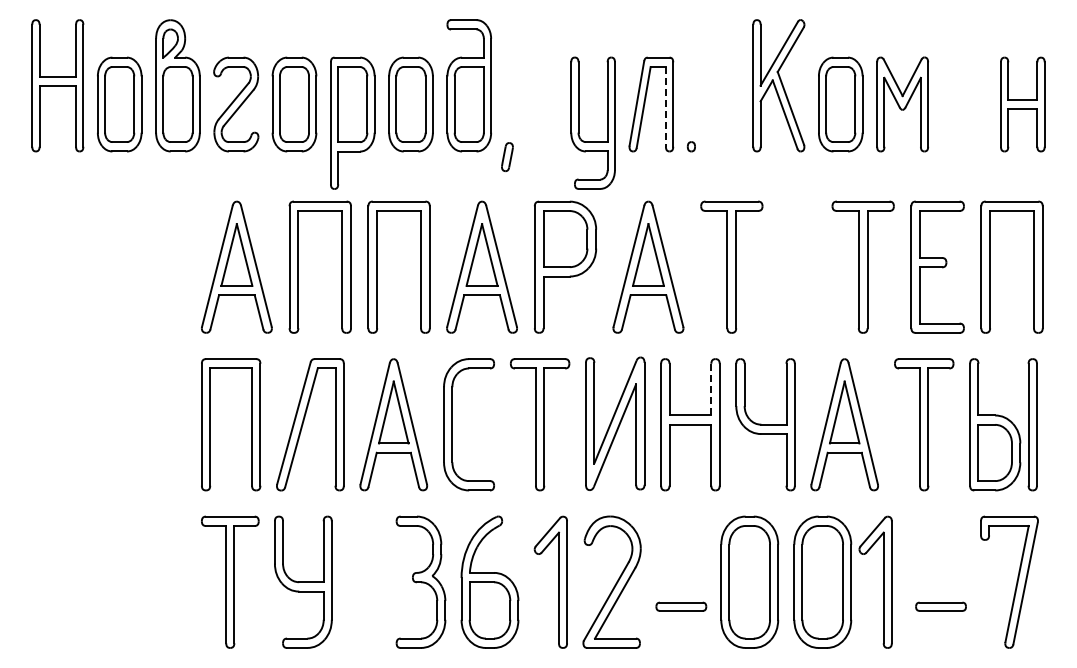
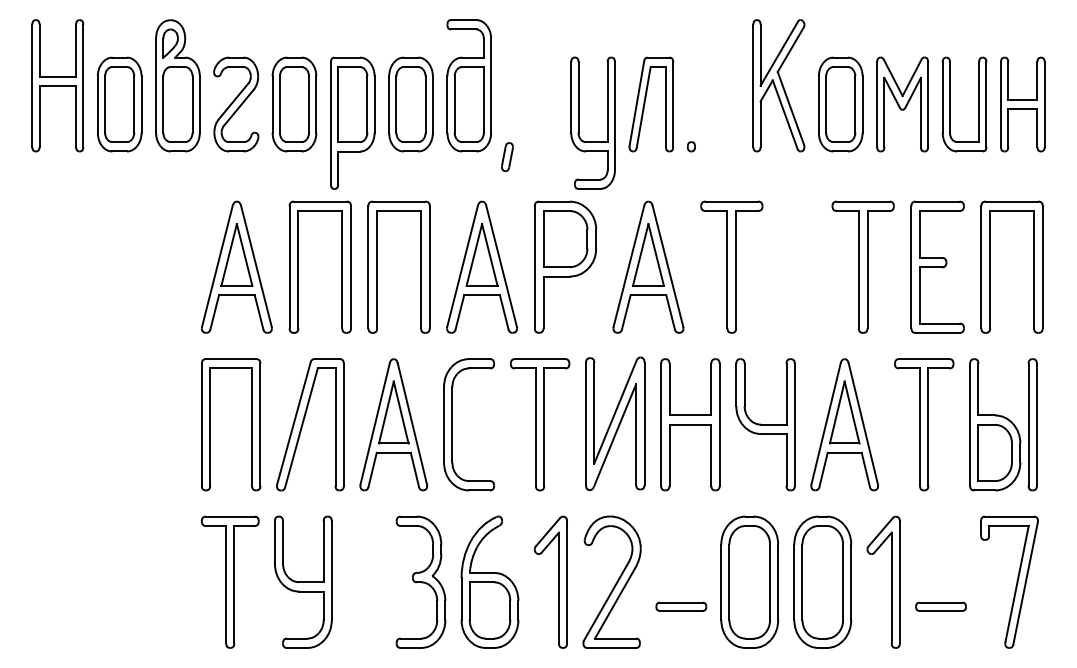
part at (950, 104): none -> present
line at (665, 106): dashed -> solid
line at (711, 389): dashed -> solid
part at (883, 581) position: (883, 581) -> (891, 581)
